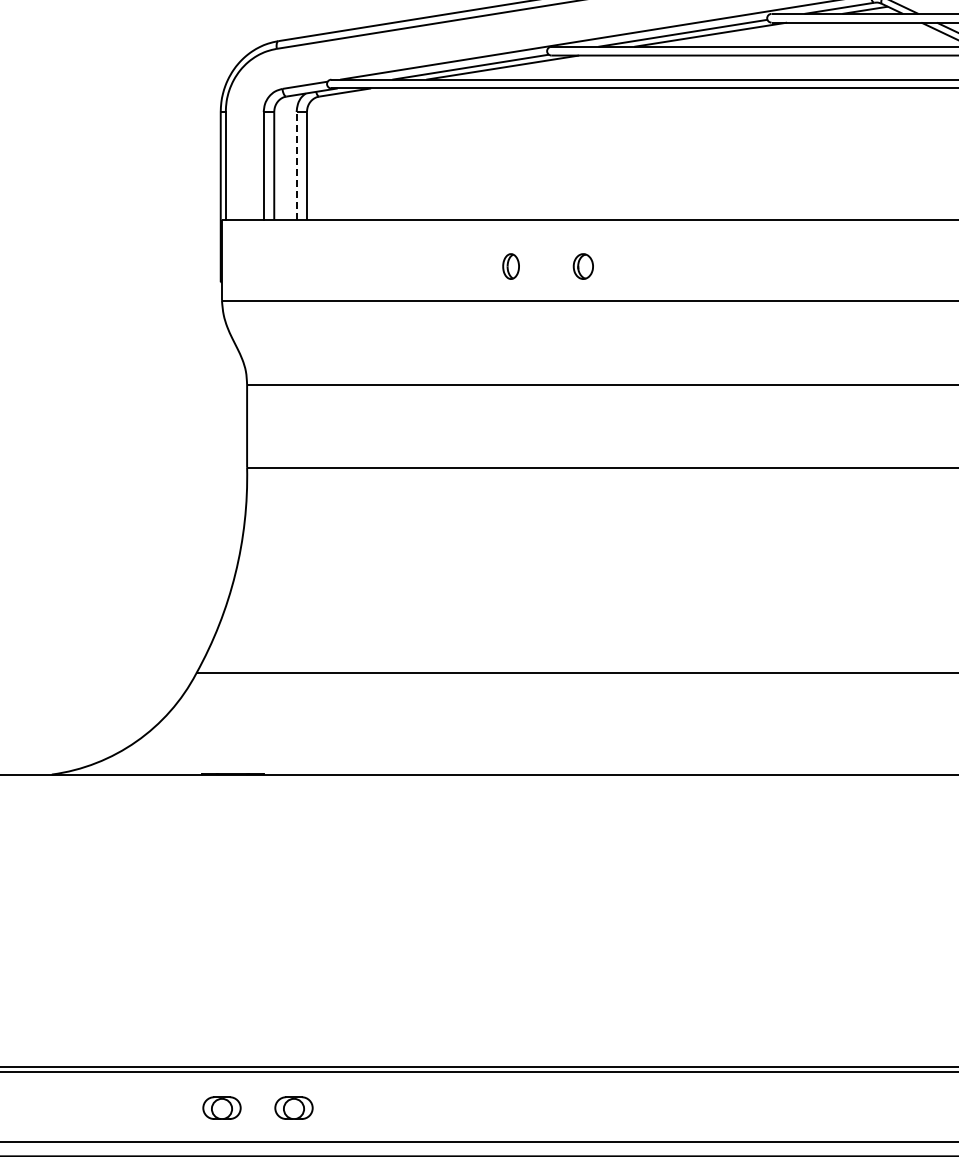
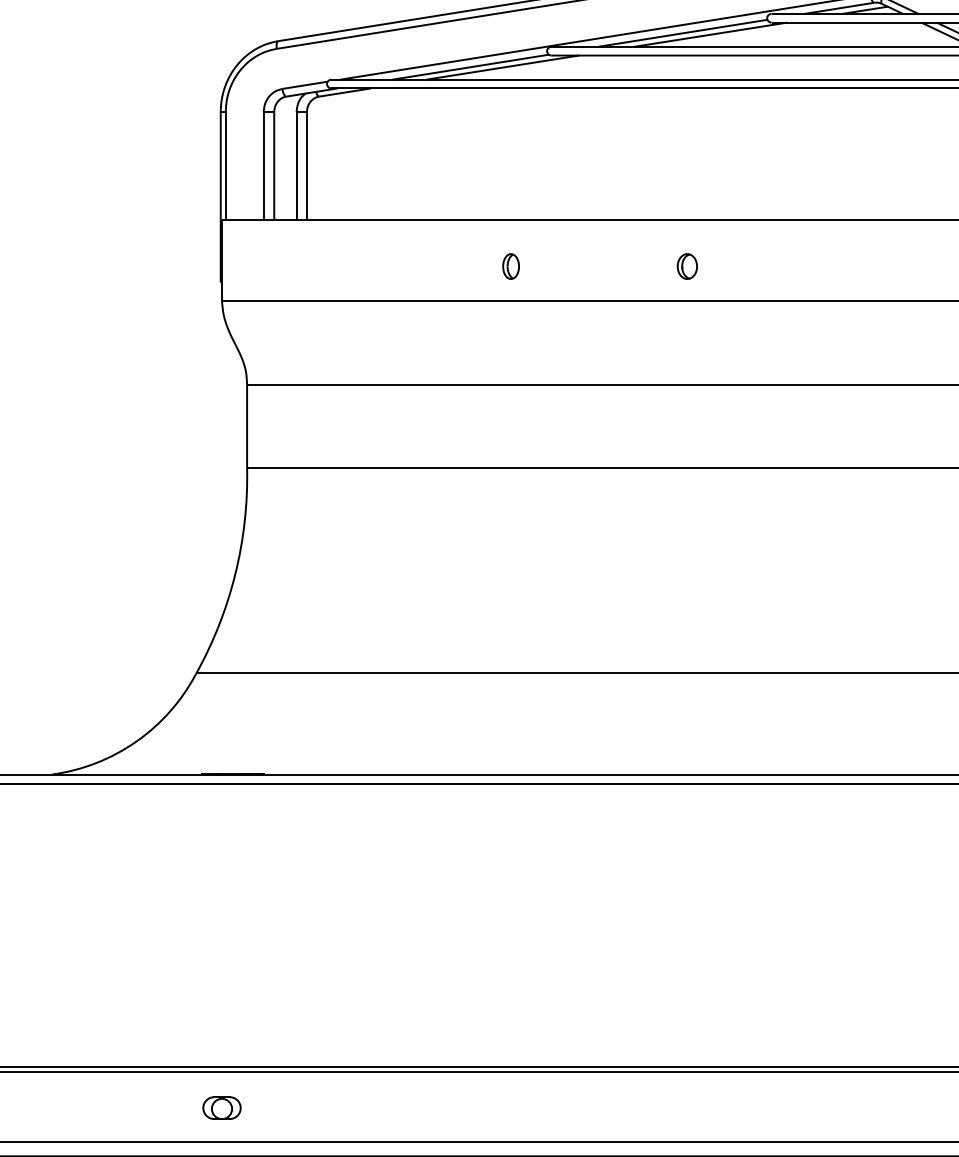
line at (296, 165): dashed -> solid
part at (582, 266) position: (582, 266) -> (686, 266)
line at (478, 784): none -> present
part at (293, 1107): present -> none
